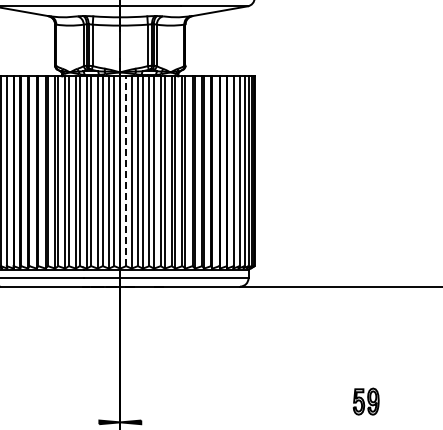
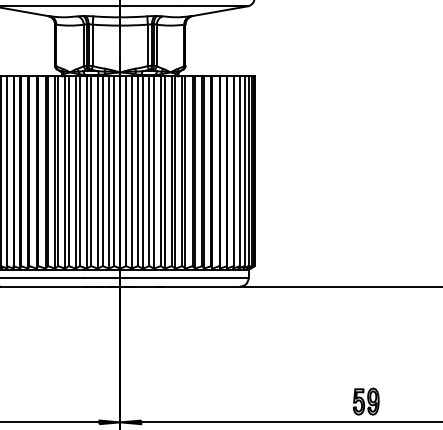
line at (126, 171): dashed -> solid
line at (50, 422): none -> present
line at (290, 422): none -> present
